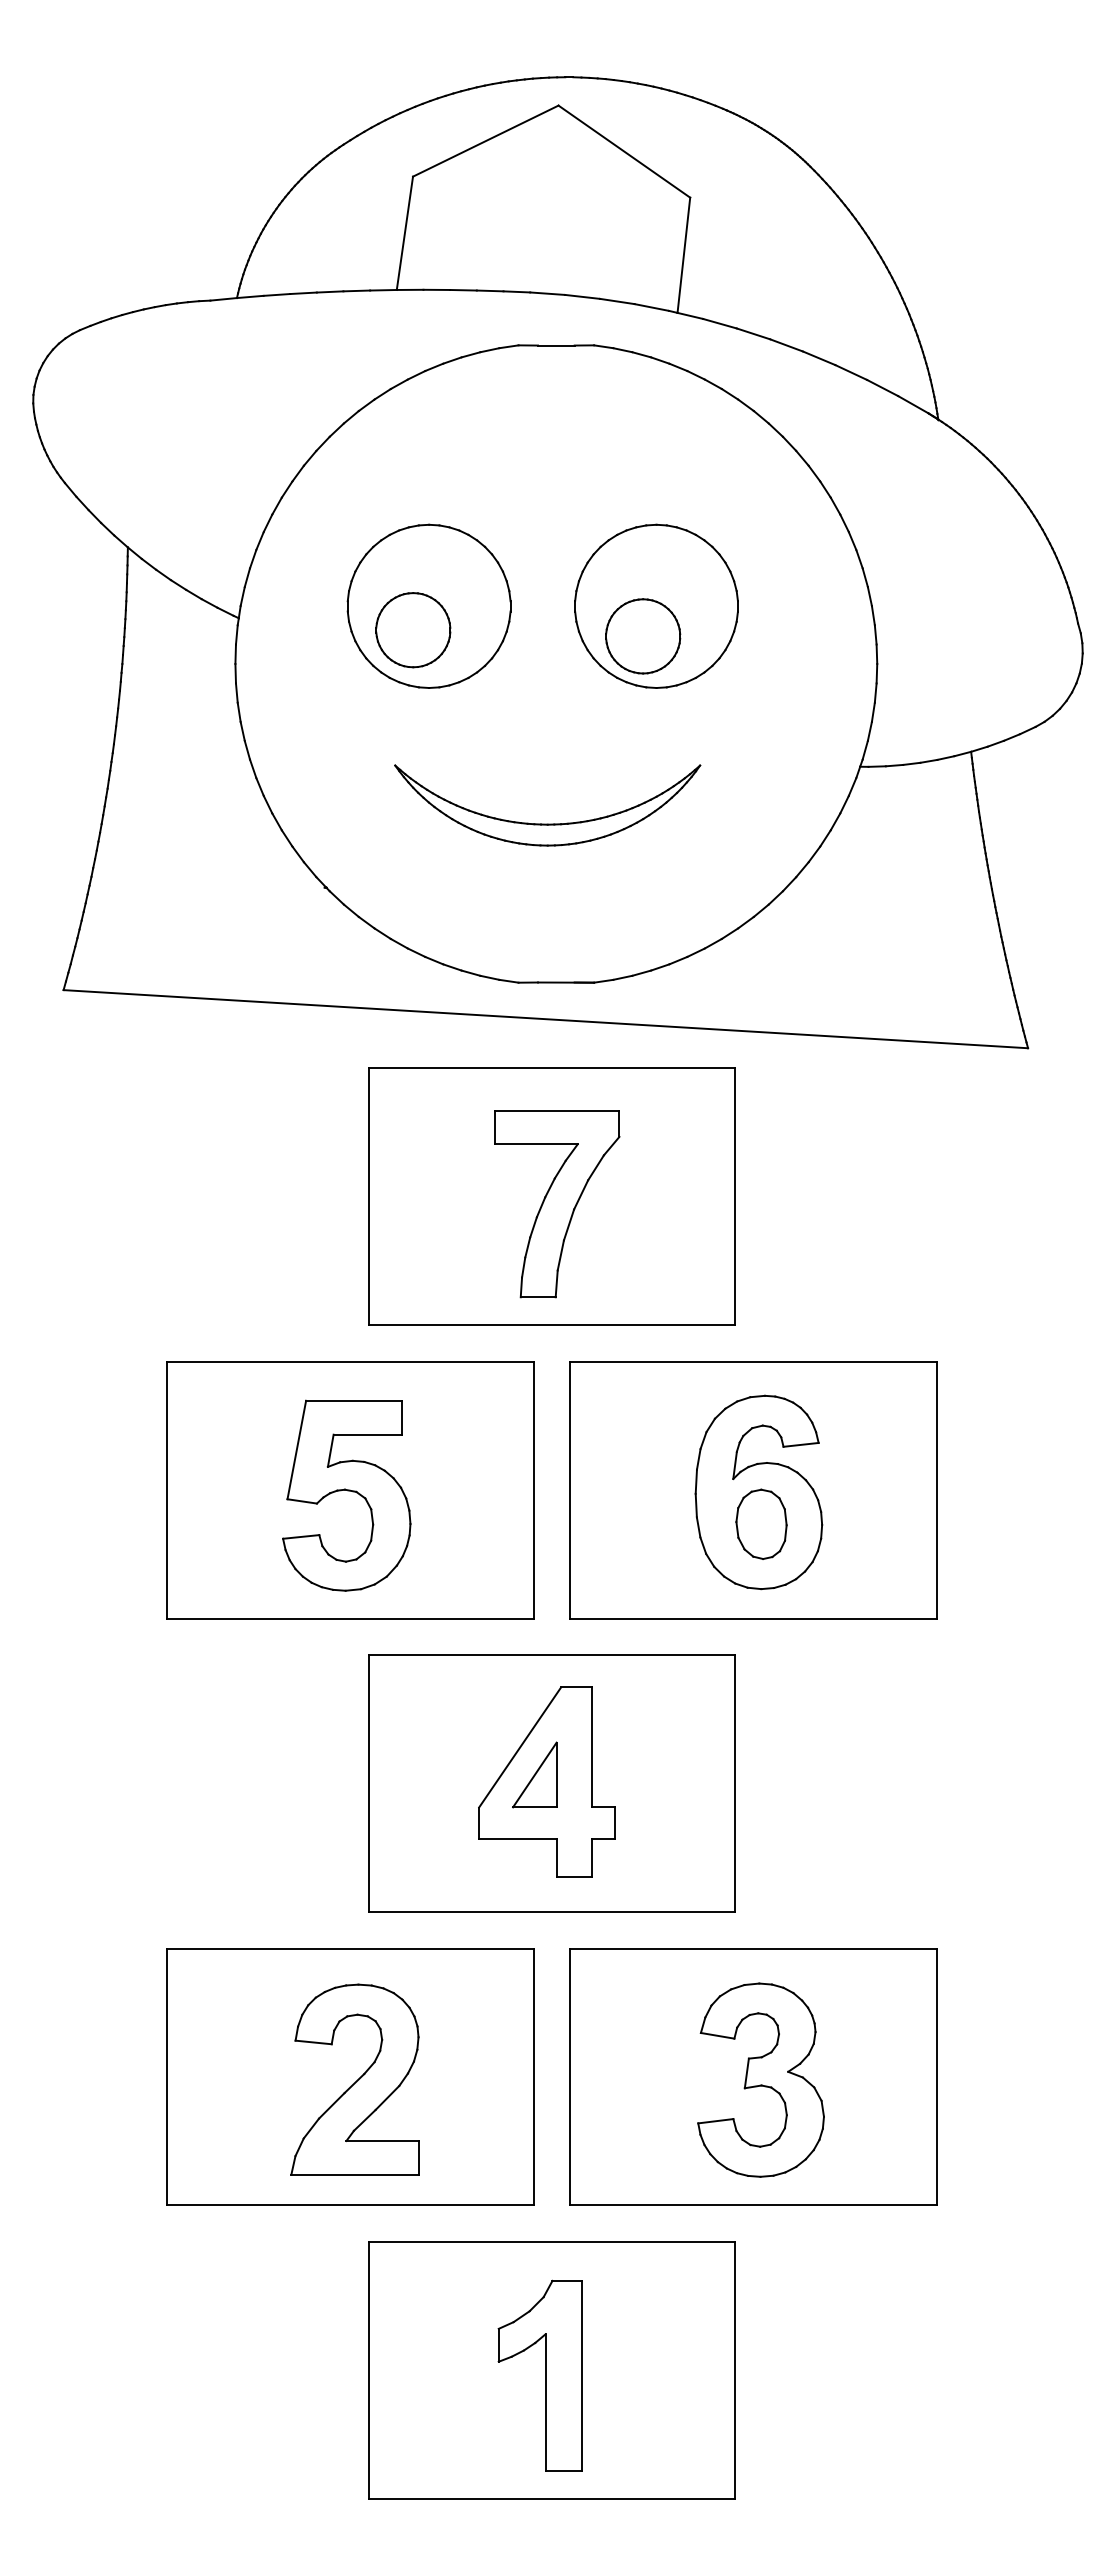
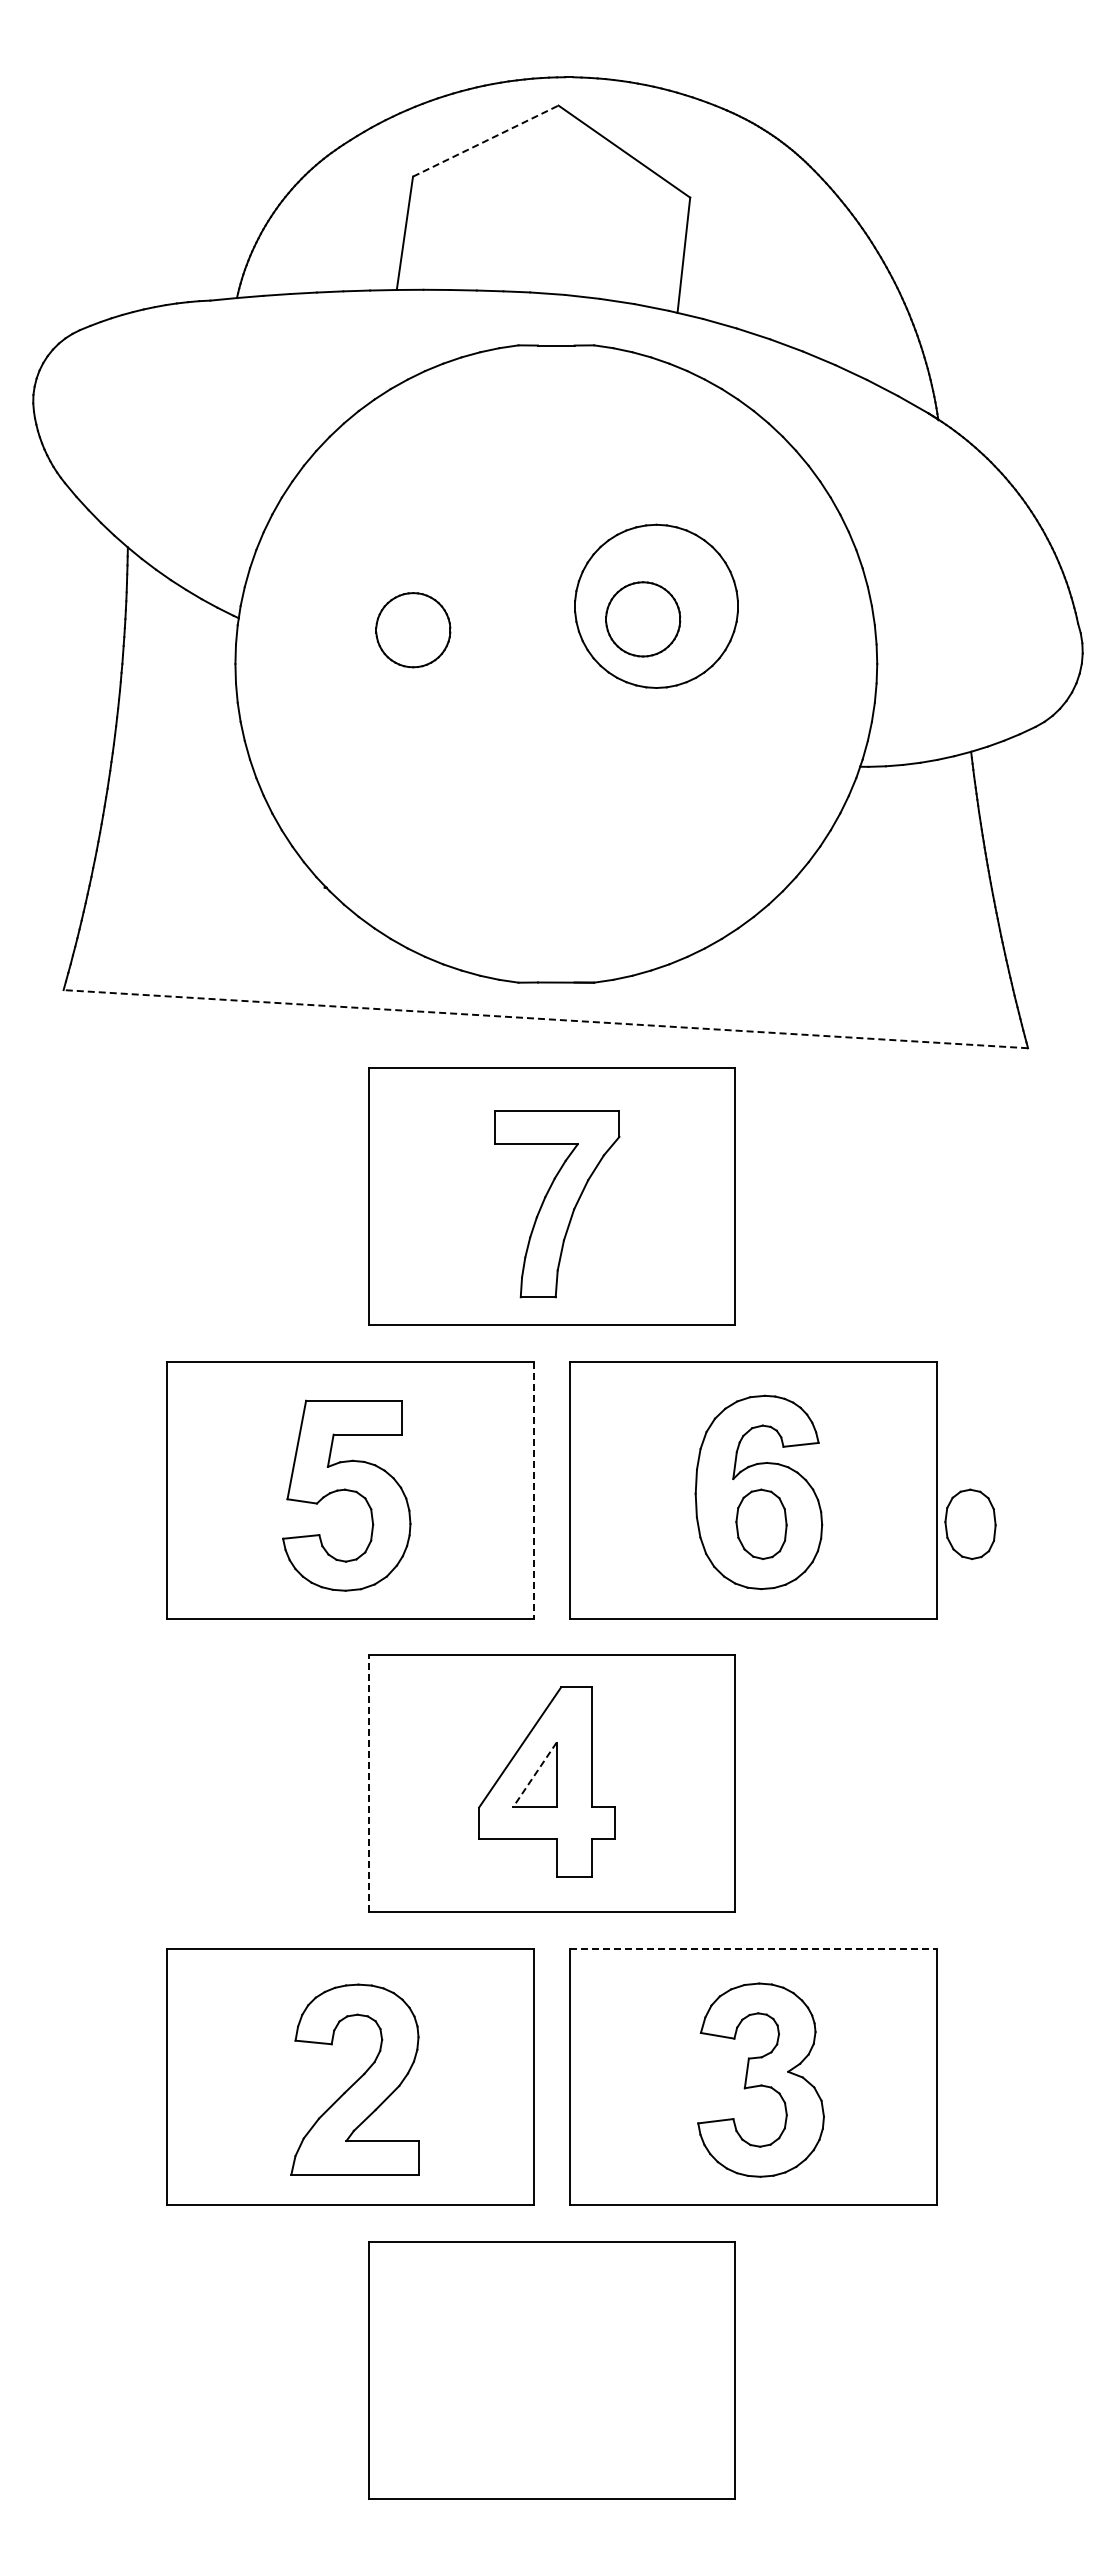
line at (485, 141): solid -> dashed
part at (428, 605): present -> none
part at (643, 636) position: (643, 636) -> (643, 619)
part at (547, 823): present -> none
line at (545, 1019): solid -> dashed
line at (533, 1490): solid -> dashed
part at (970, 1523): none -> present
line at (534, 1775): solid -> dashed
line at (368, 1783): solid -> dashed
line at (754, 1948): solid -> dashed
part at (539, 2375): present -> none
